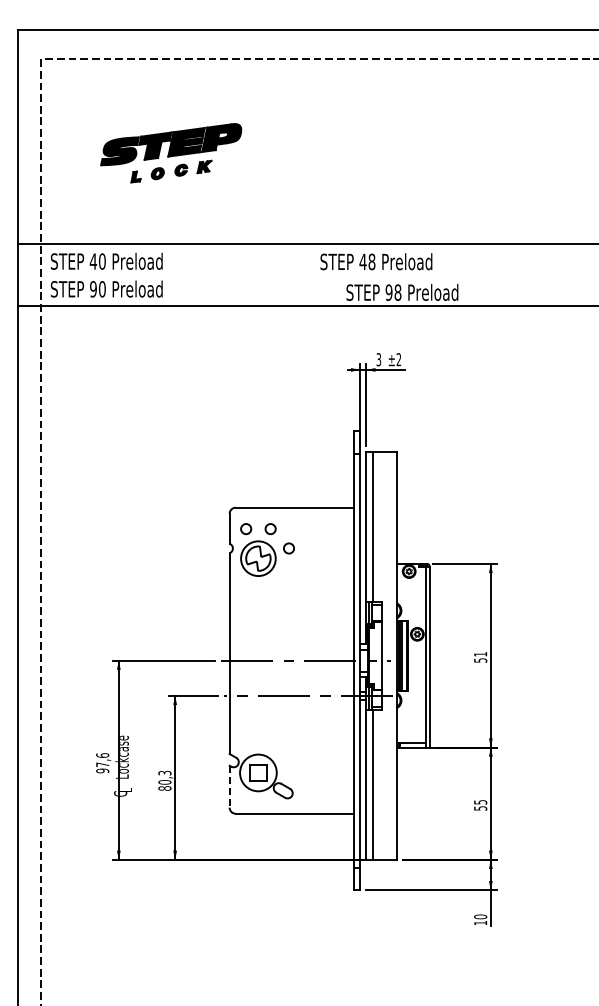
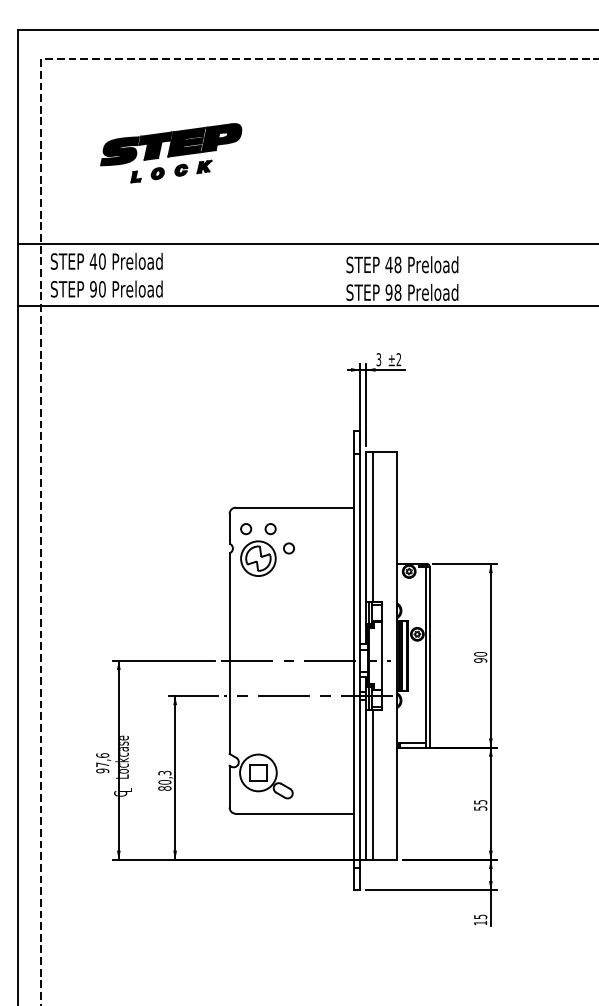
text at (376, 261) position: (376, 261) -> (402, 264)
text at (480, 657): 51 -> 90
line at (229, 786): dashed -> solid
text at (480, 916): 10 -> 15
